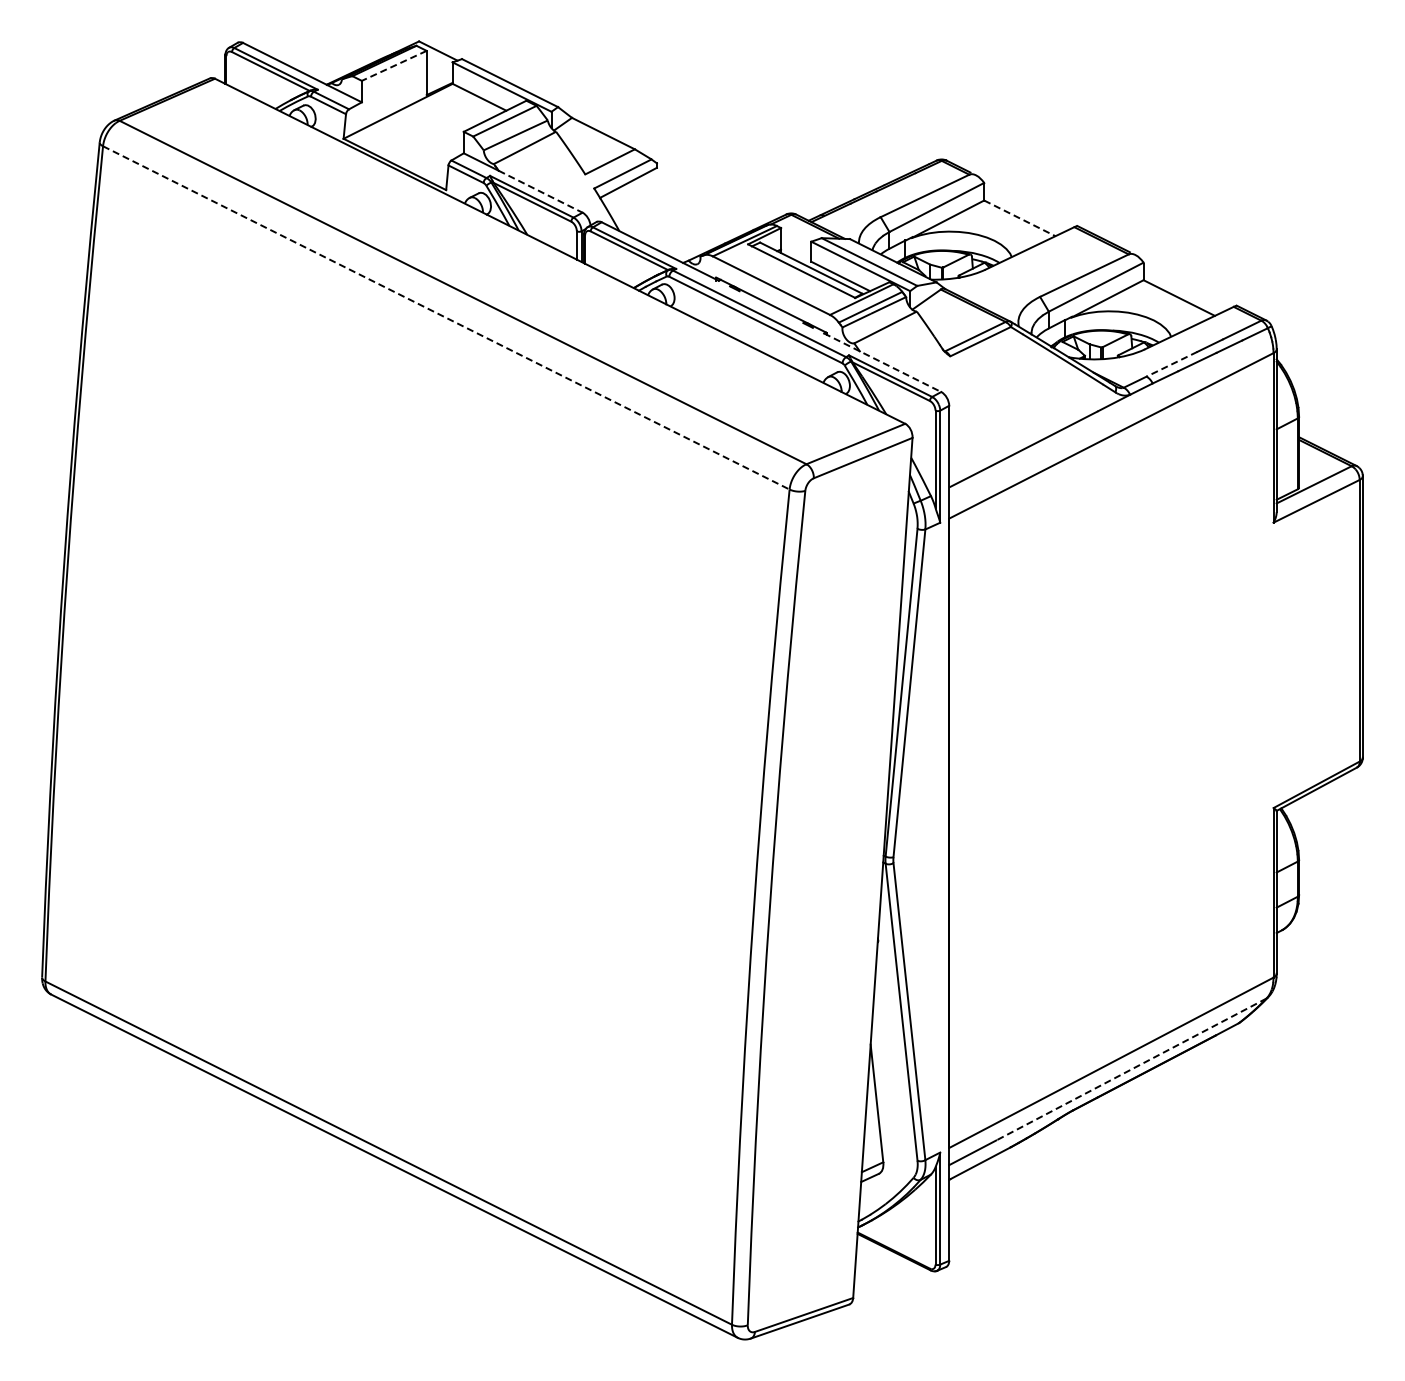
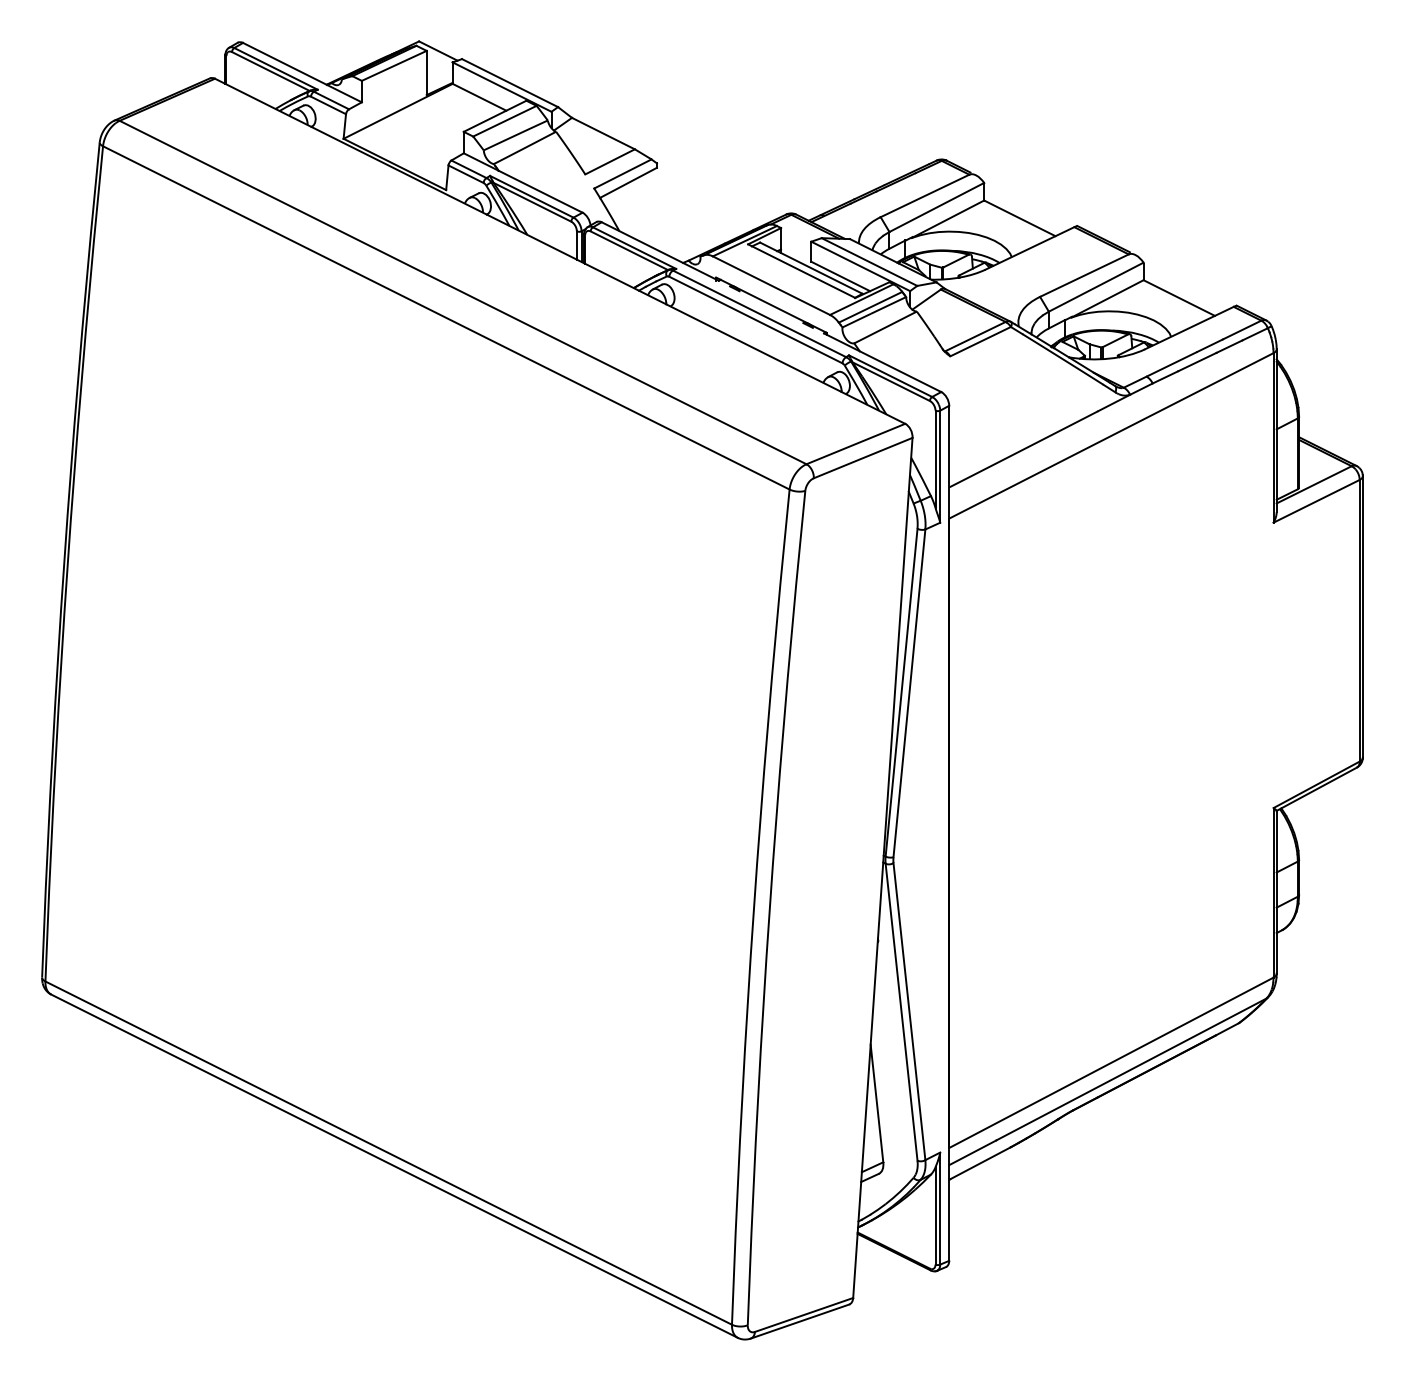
line at (394, 65): dashed -> solid
line at (540, 191): dashed -> solid
line at (1019, 218): dashed -> solid
line at (446, 317): dashed -> solid
line at (882, 362): dashed -> solid
line at (1170, 364): dashed -> solid
line at (1131, 1069): dashed -> solid
